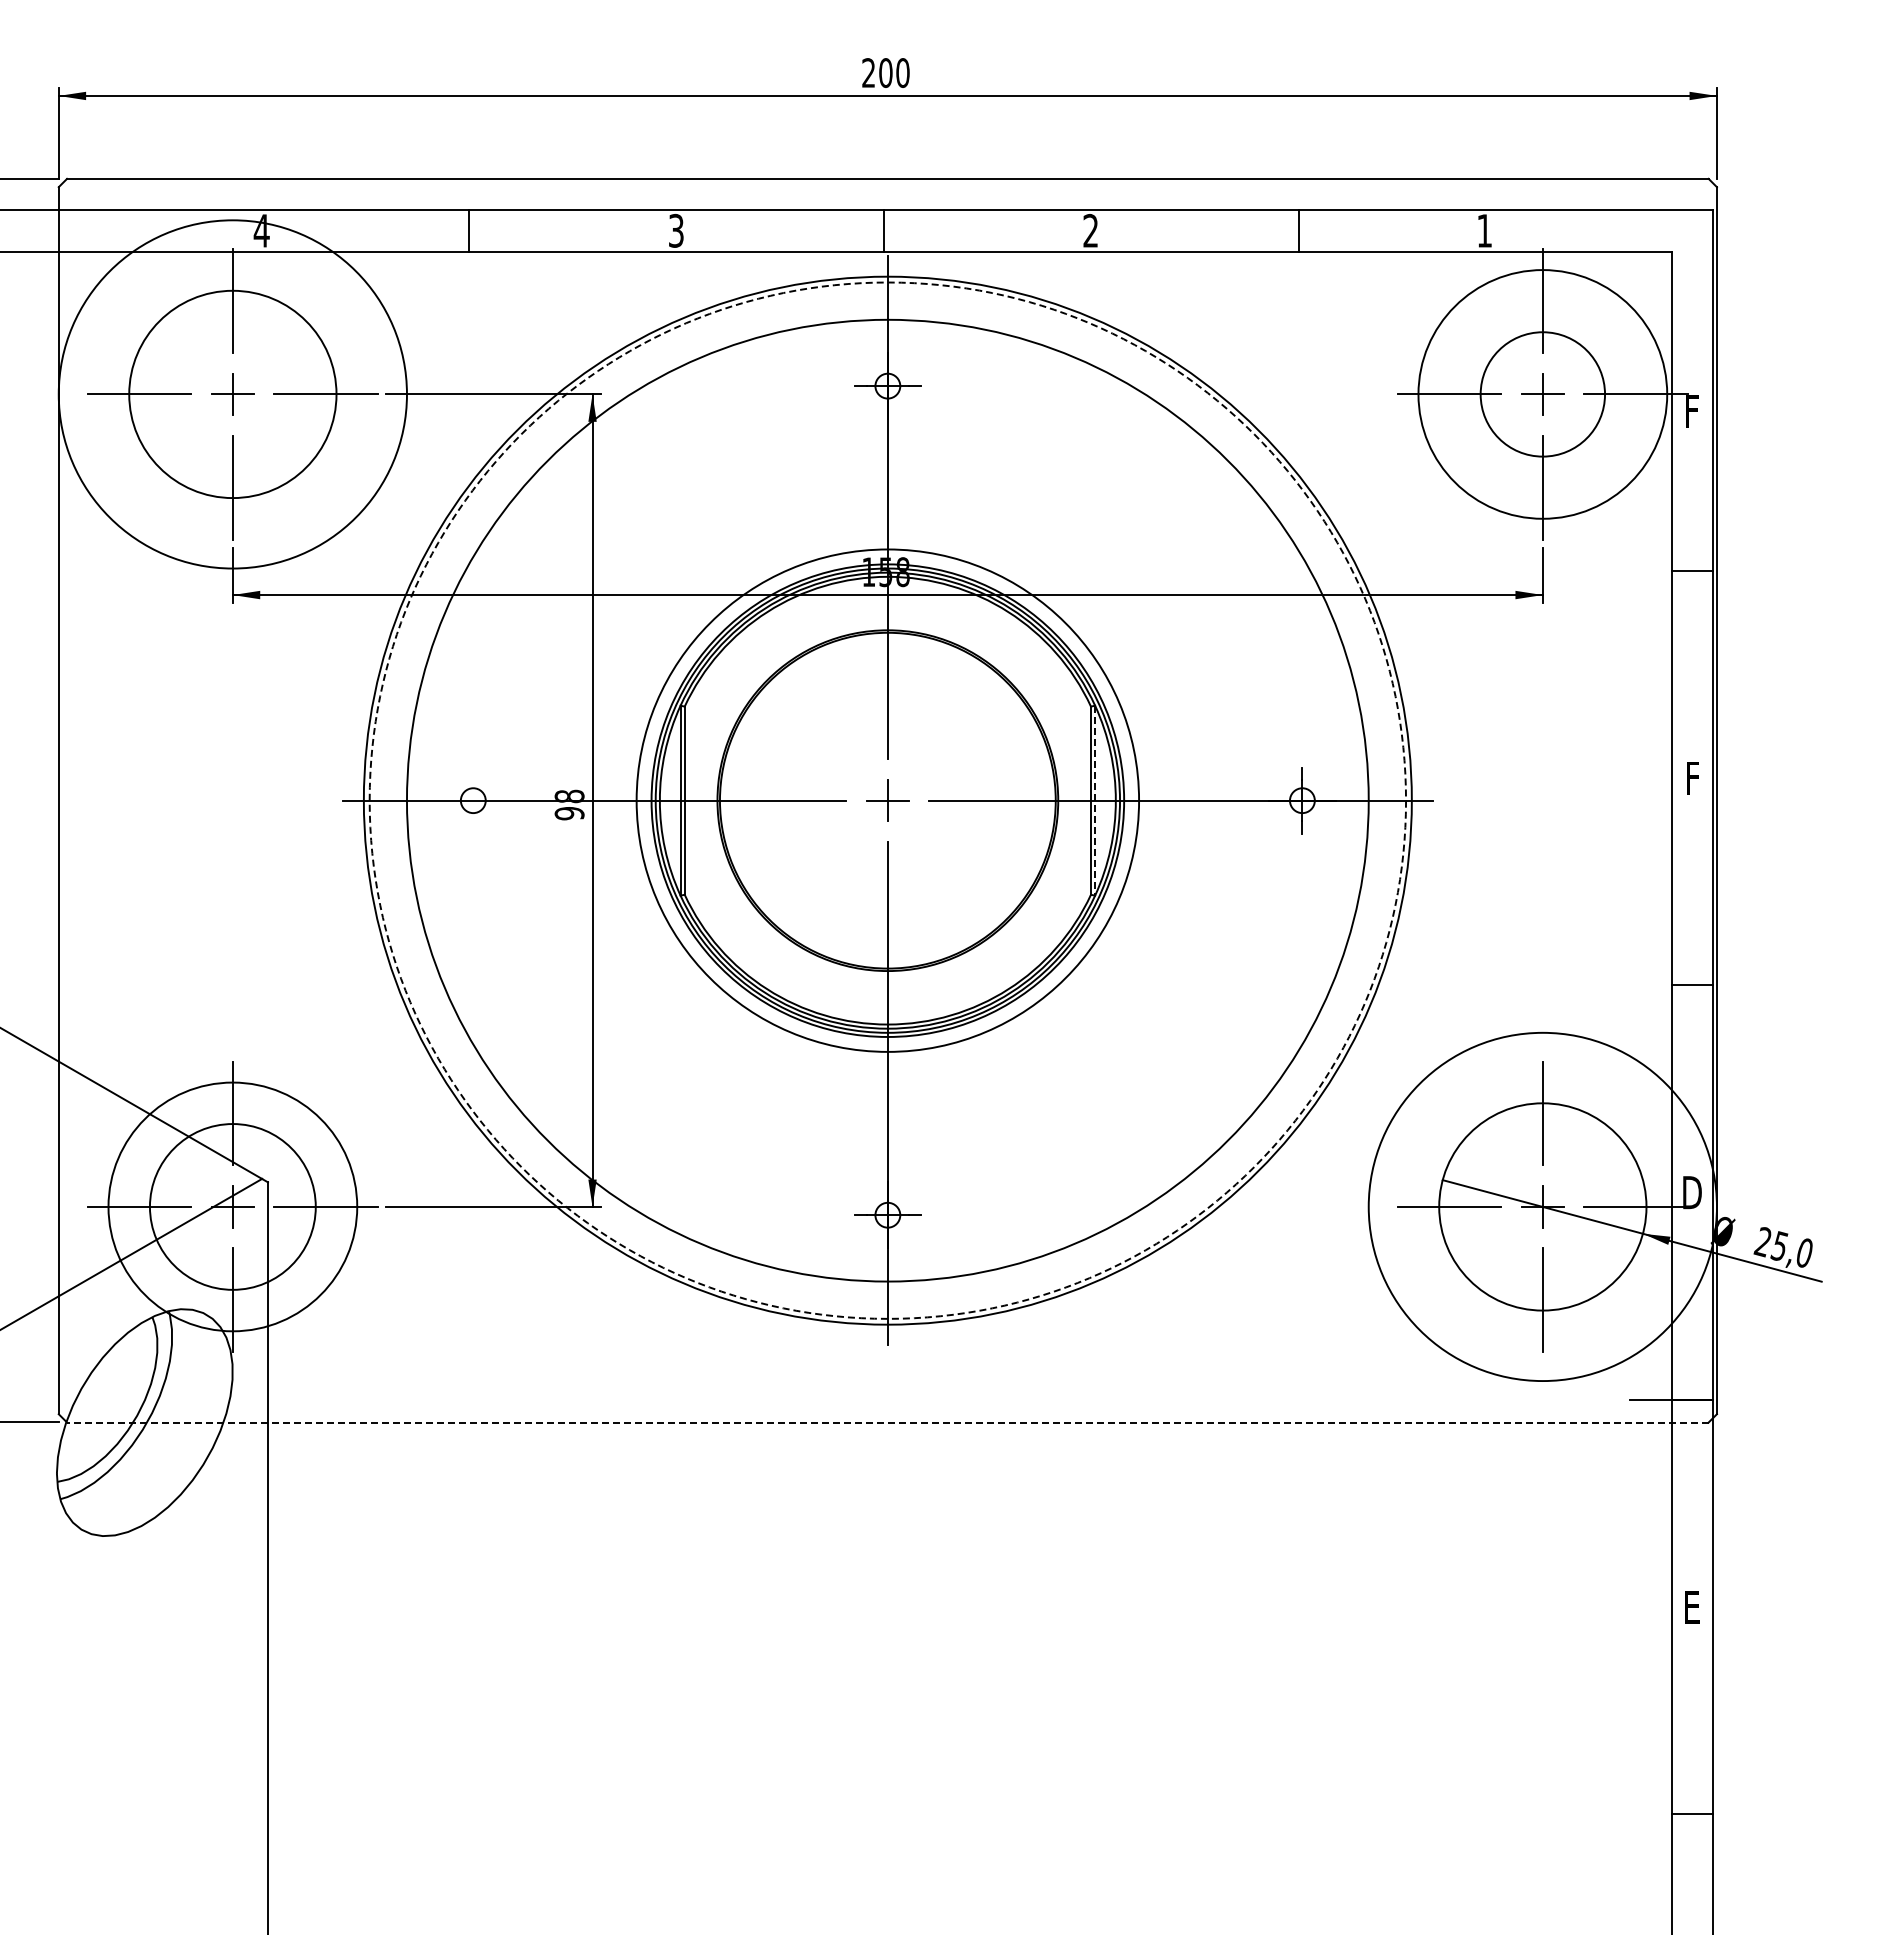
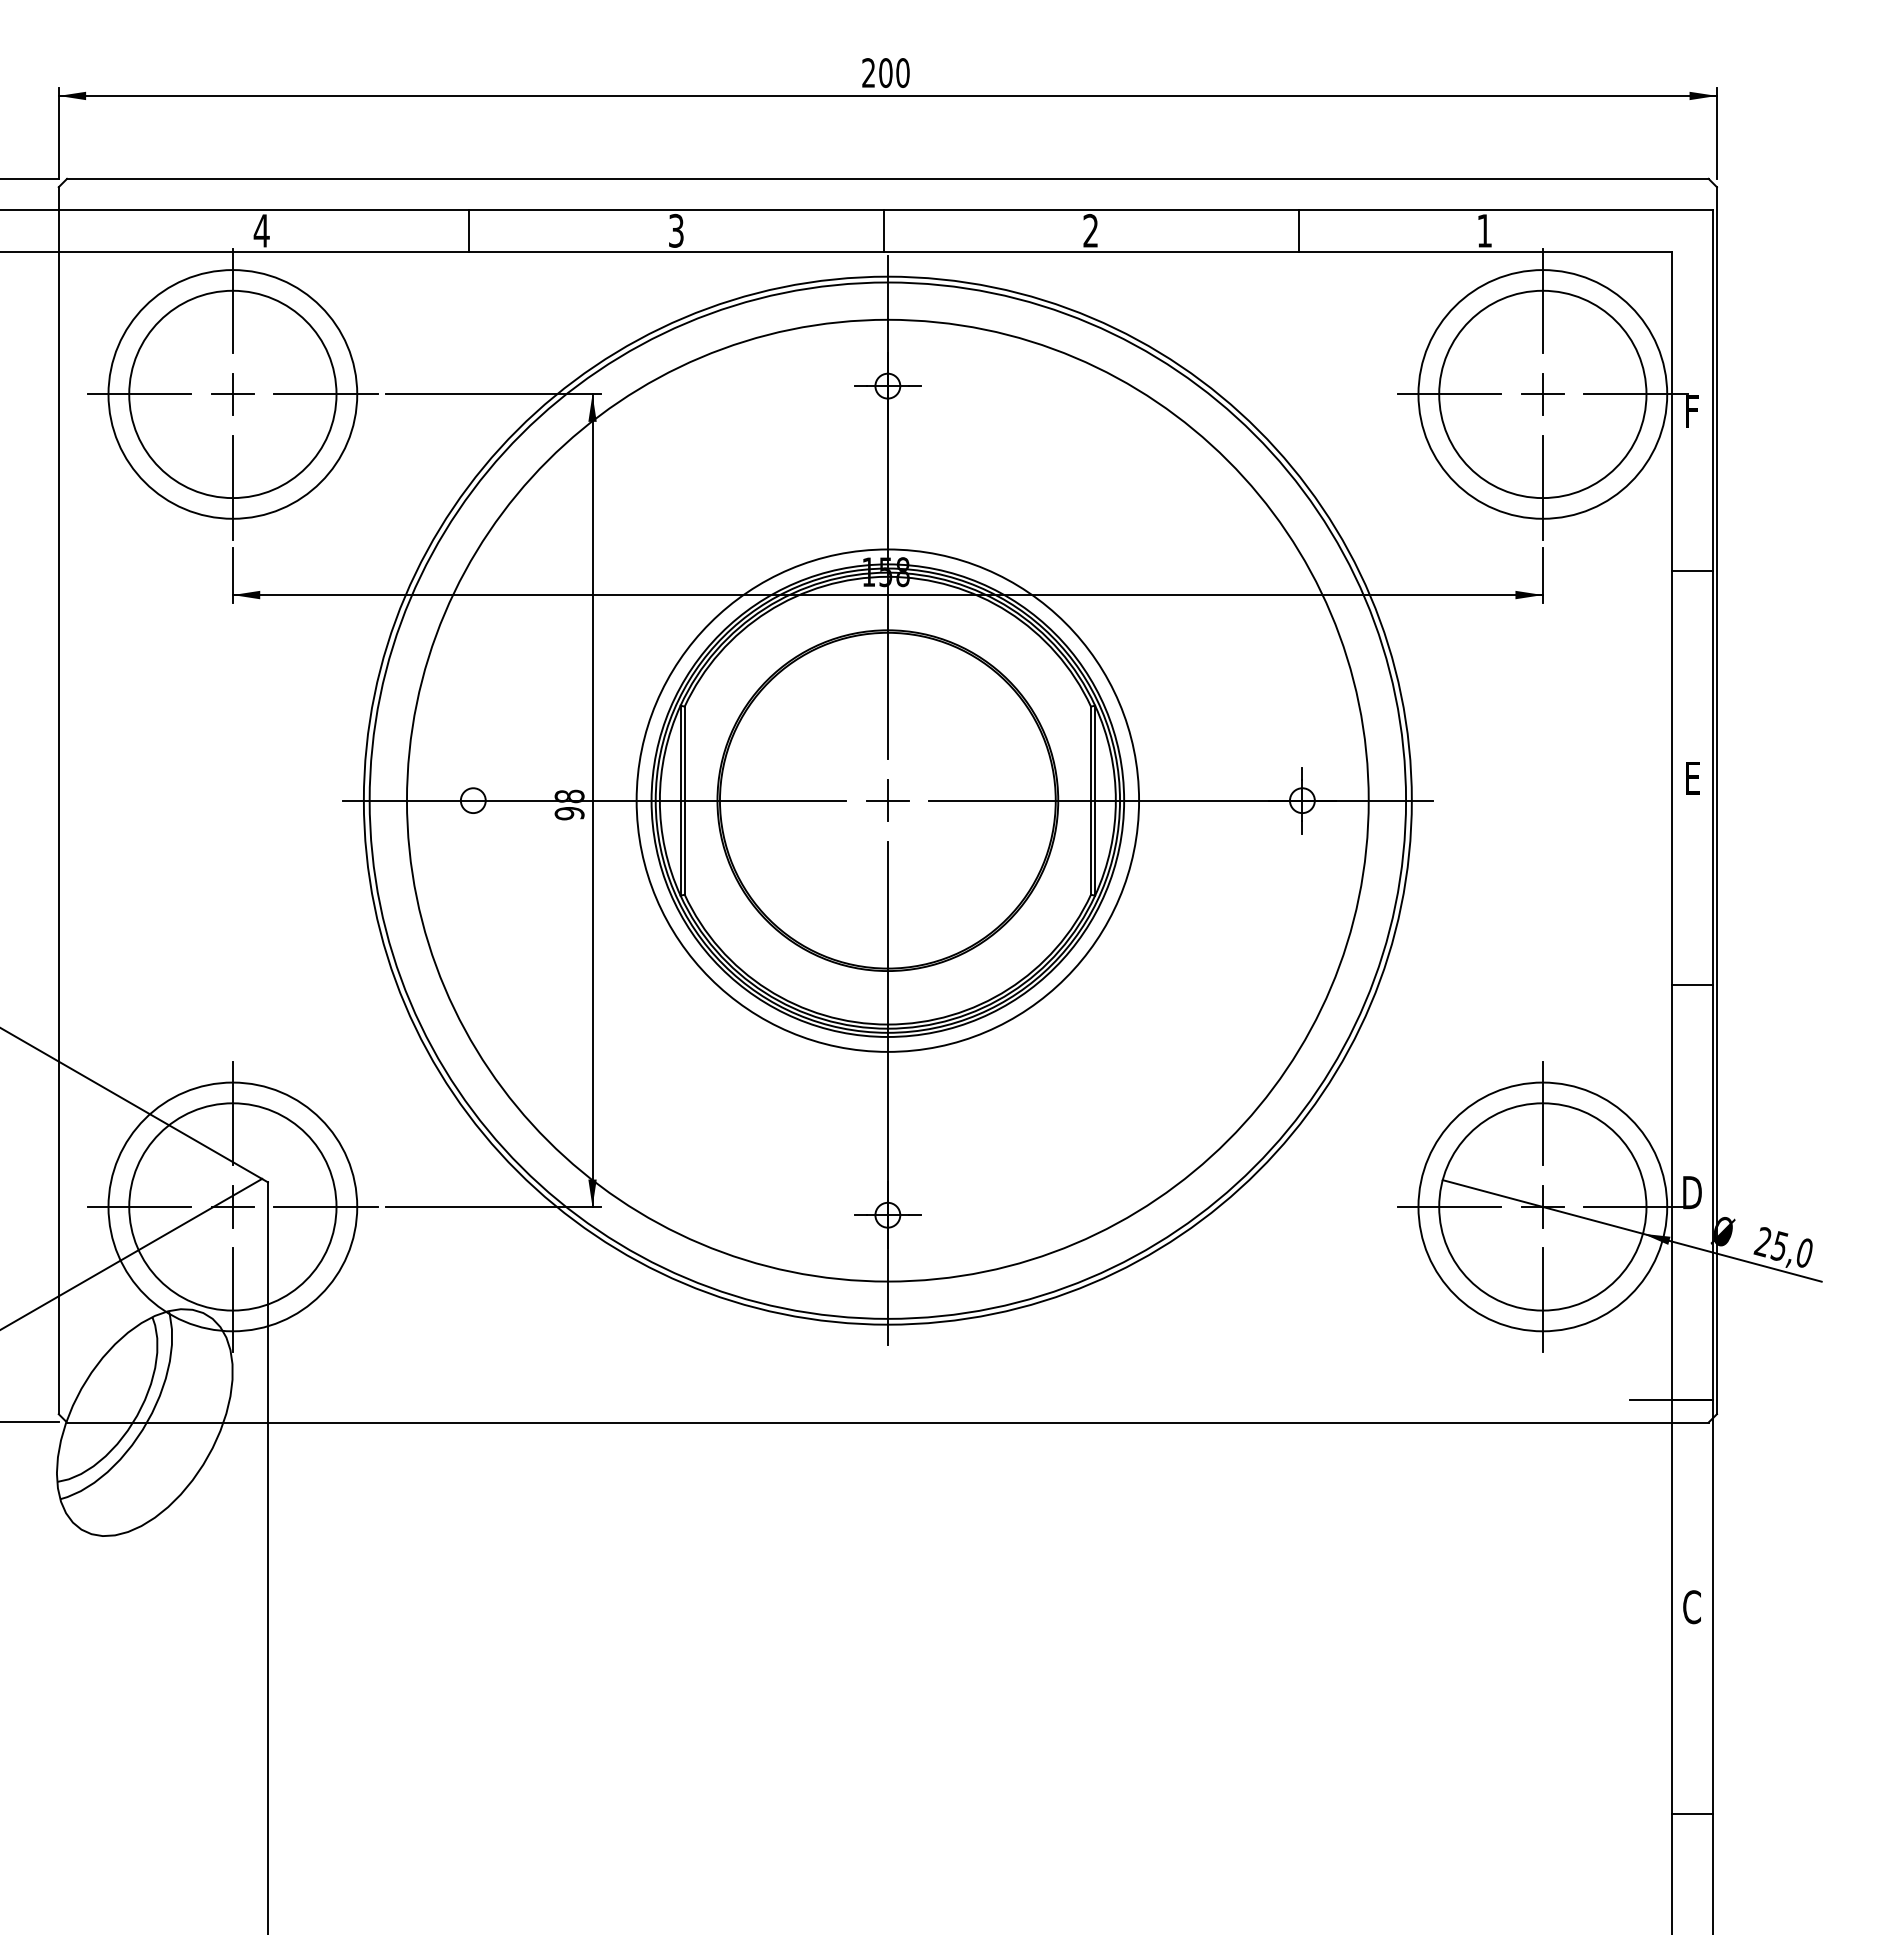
circle at (232, 394) diameter: 348 px -> 249 px
circle at (1542, 394) diameter: 124 px -> 207 px
text at (1692, 778): F -> E
circle at (887, 800): dashed -> solid
line at (1095, 800): dashed -> solid
circle at (232, 1206) diameter: 166 px -> 207 px
circle at (1542, 1206) diameter: 348 px -> 249 px
line at (887, 1422): dashed -> solid
text at (1691, 1607): E -> C
